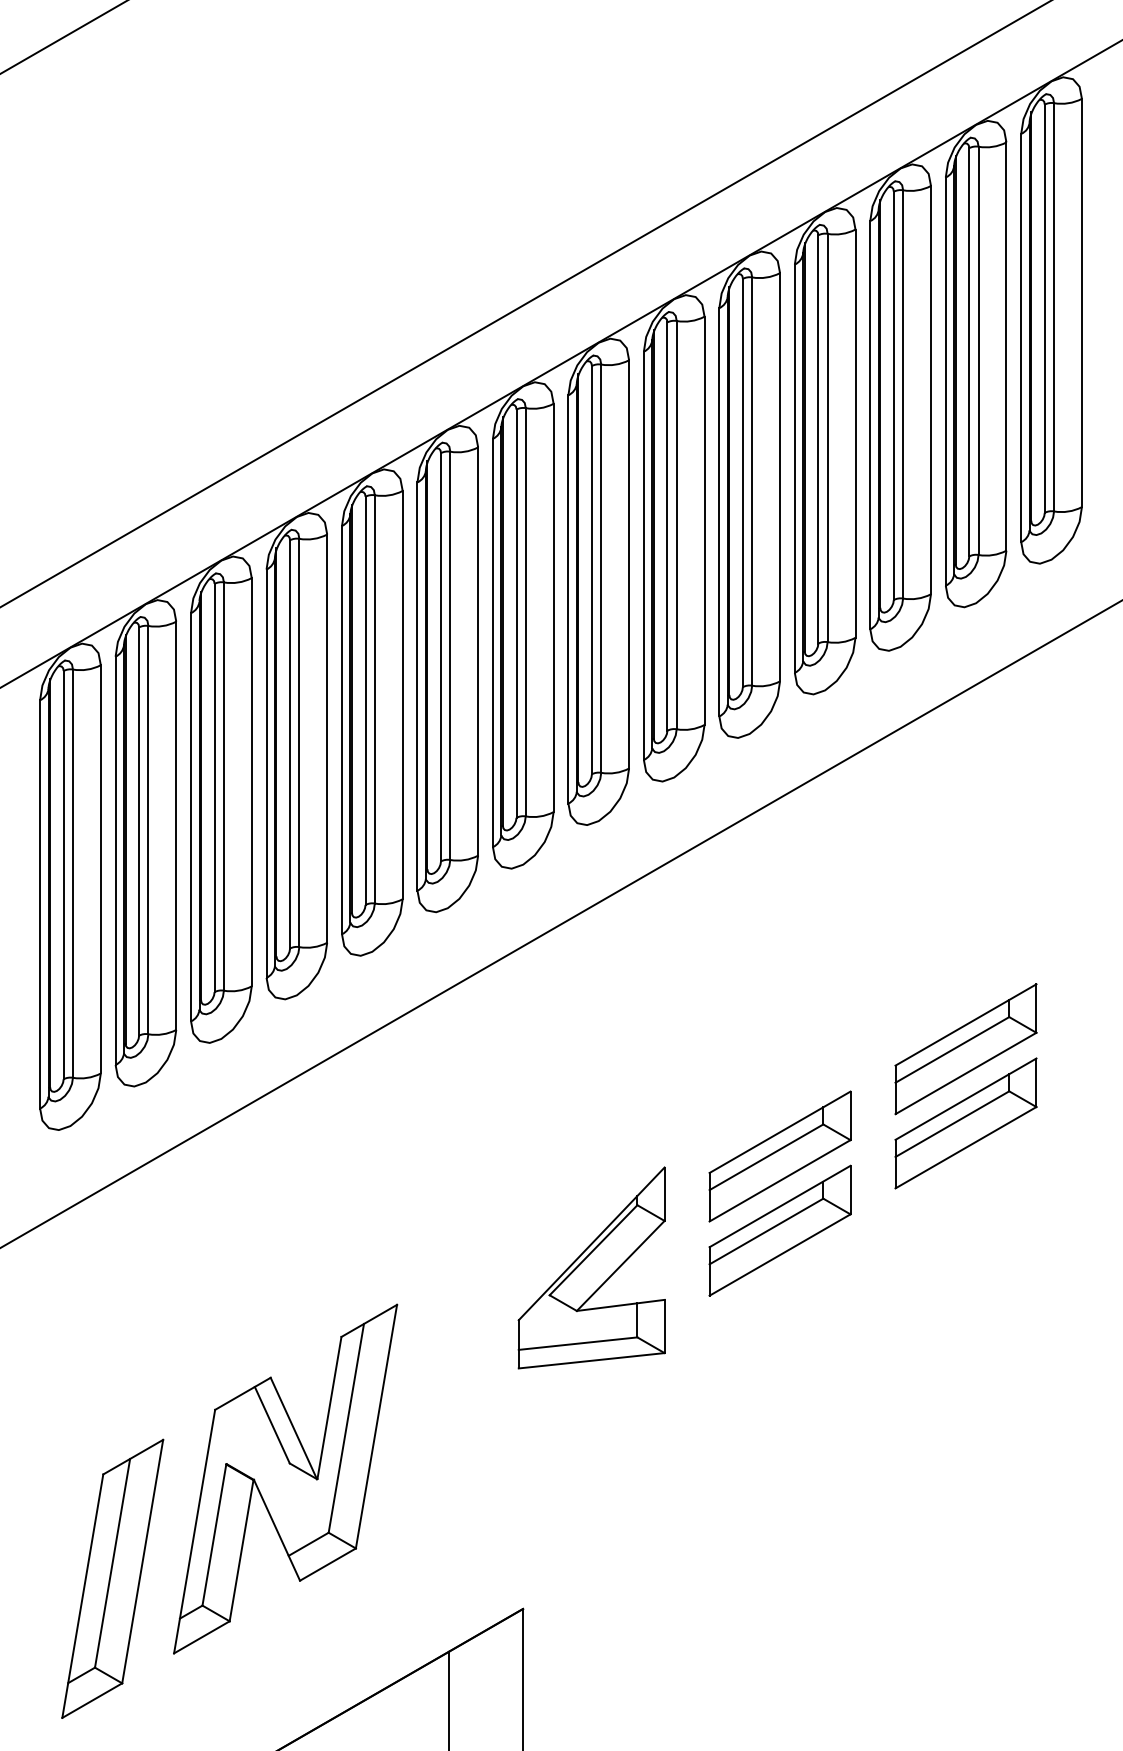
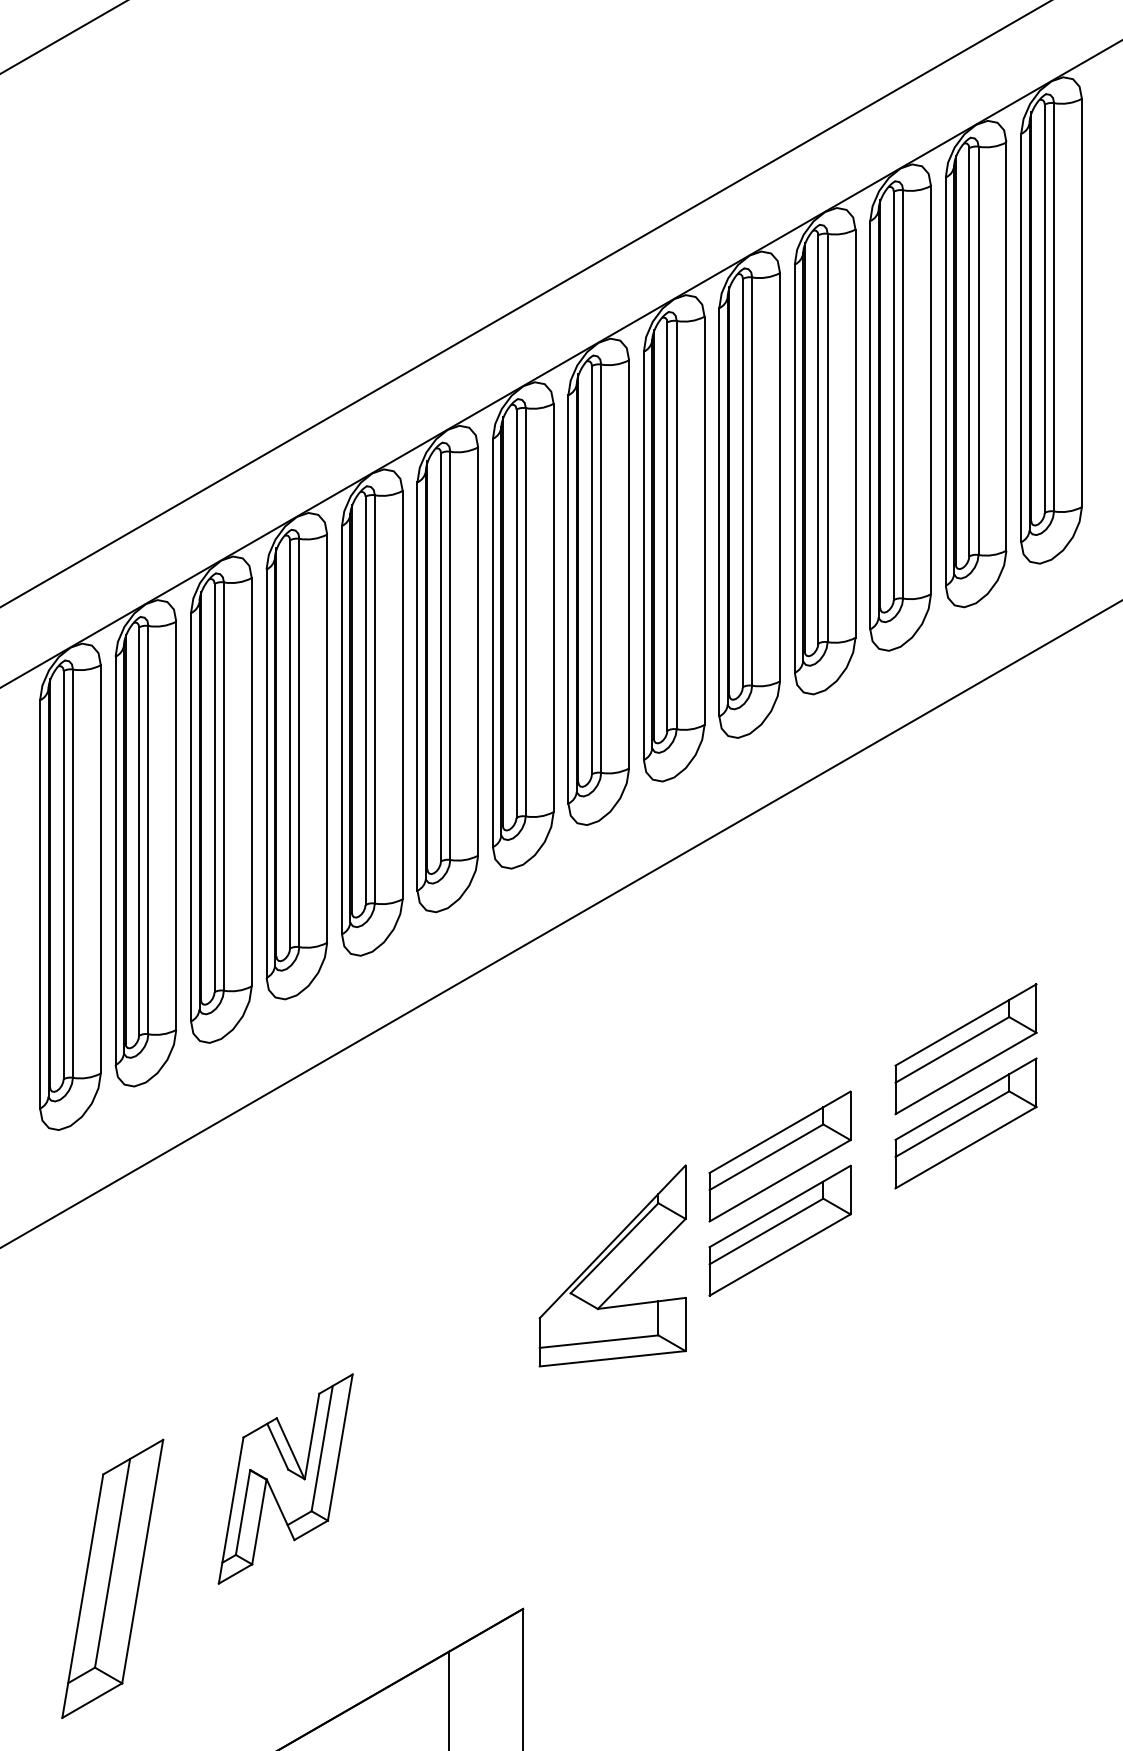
part at (591, 1267) position: (591, 1267) -> (612, 1265)
part at (285, 1478) size: 226x352 px -> 137x212 px
